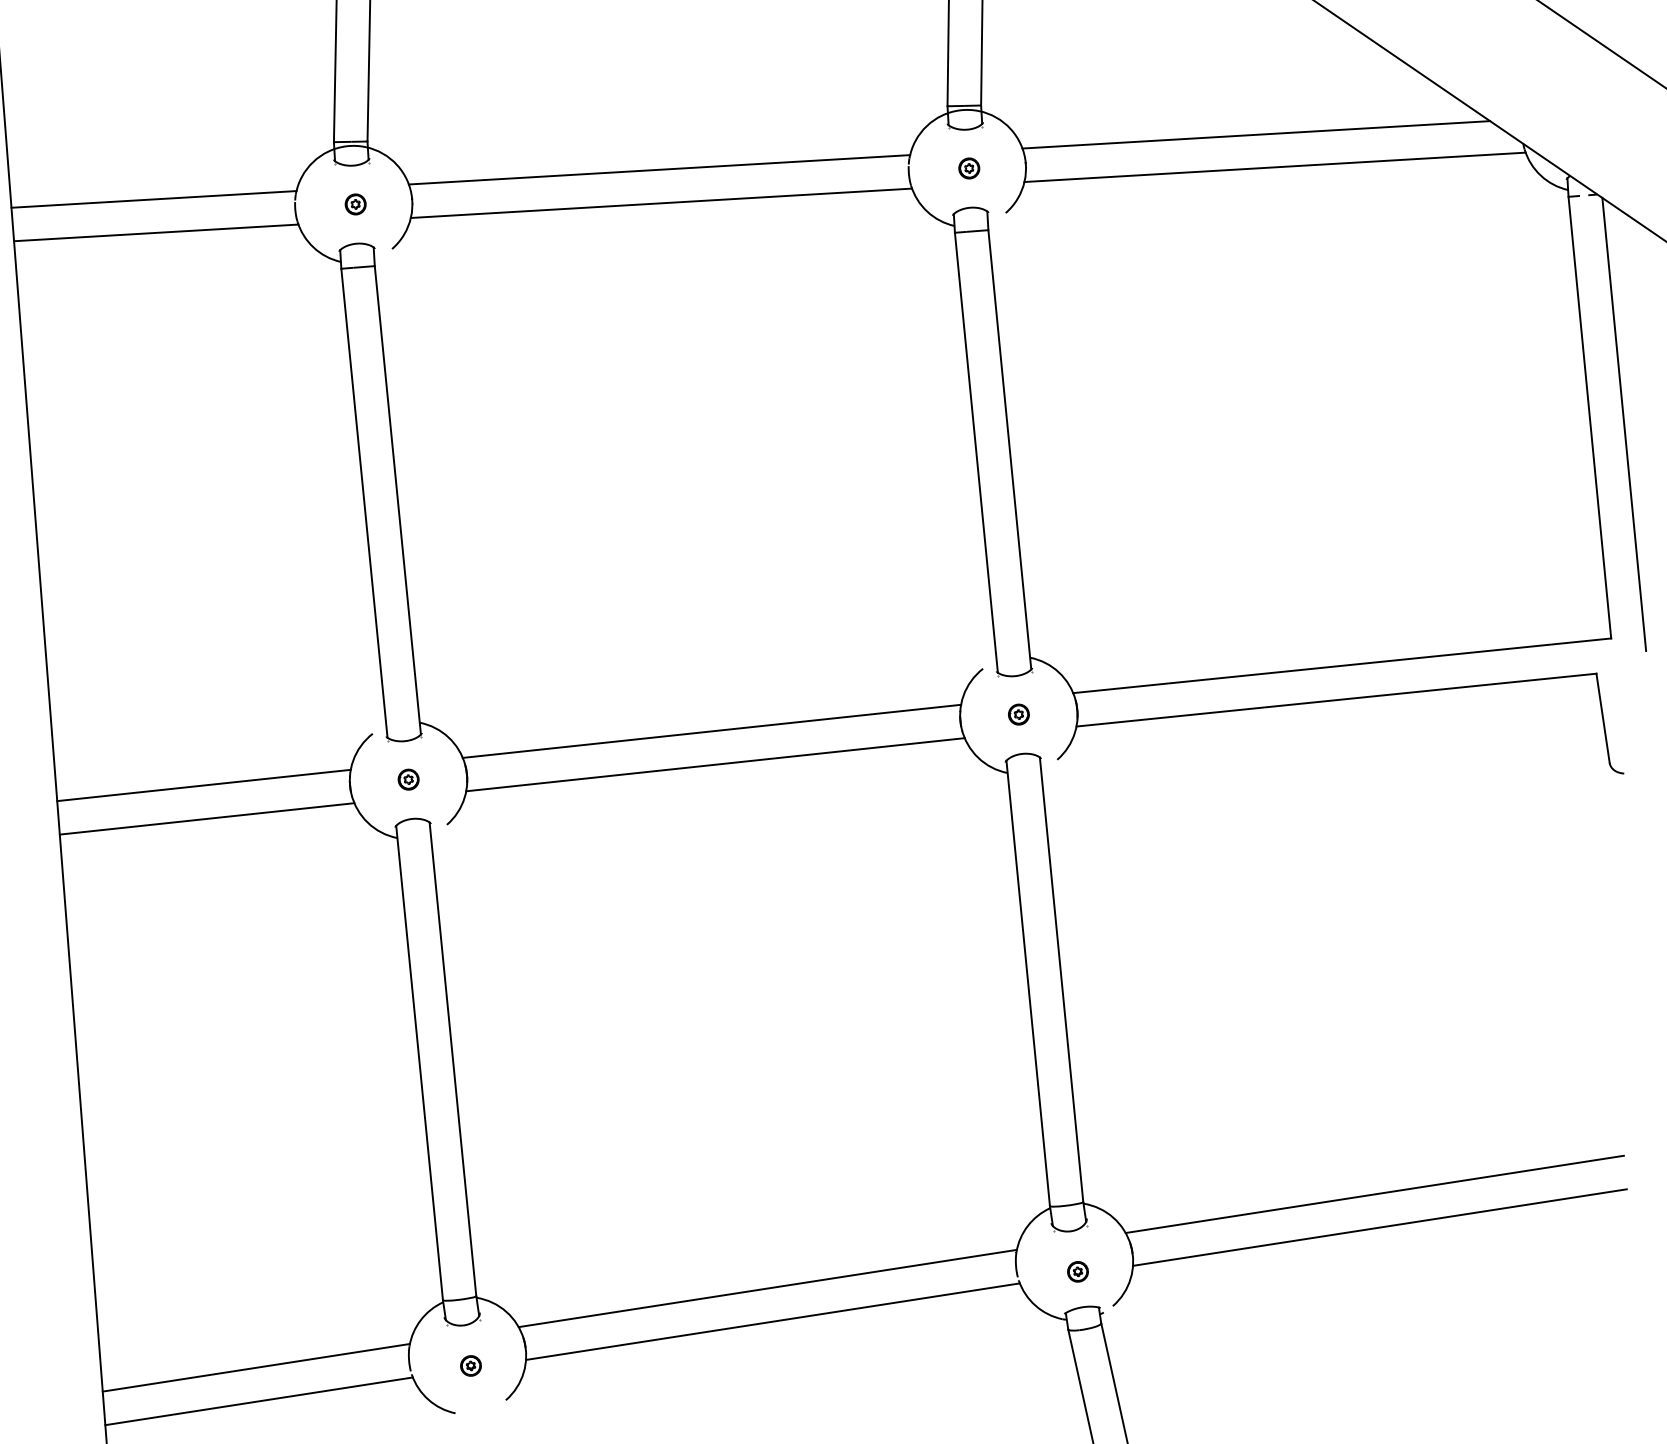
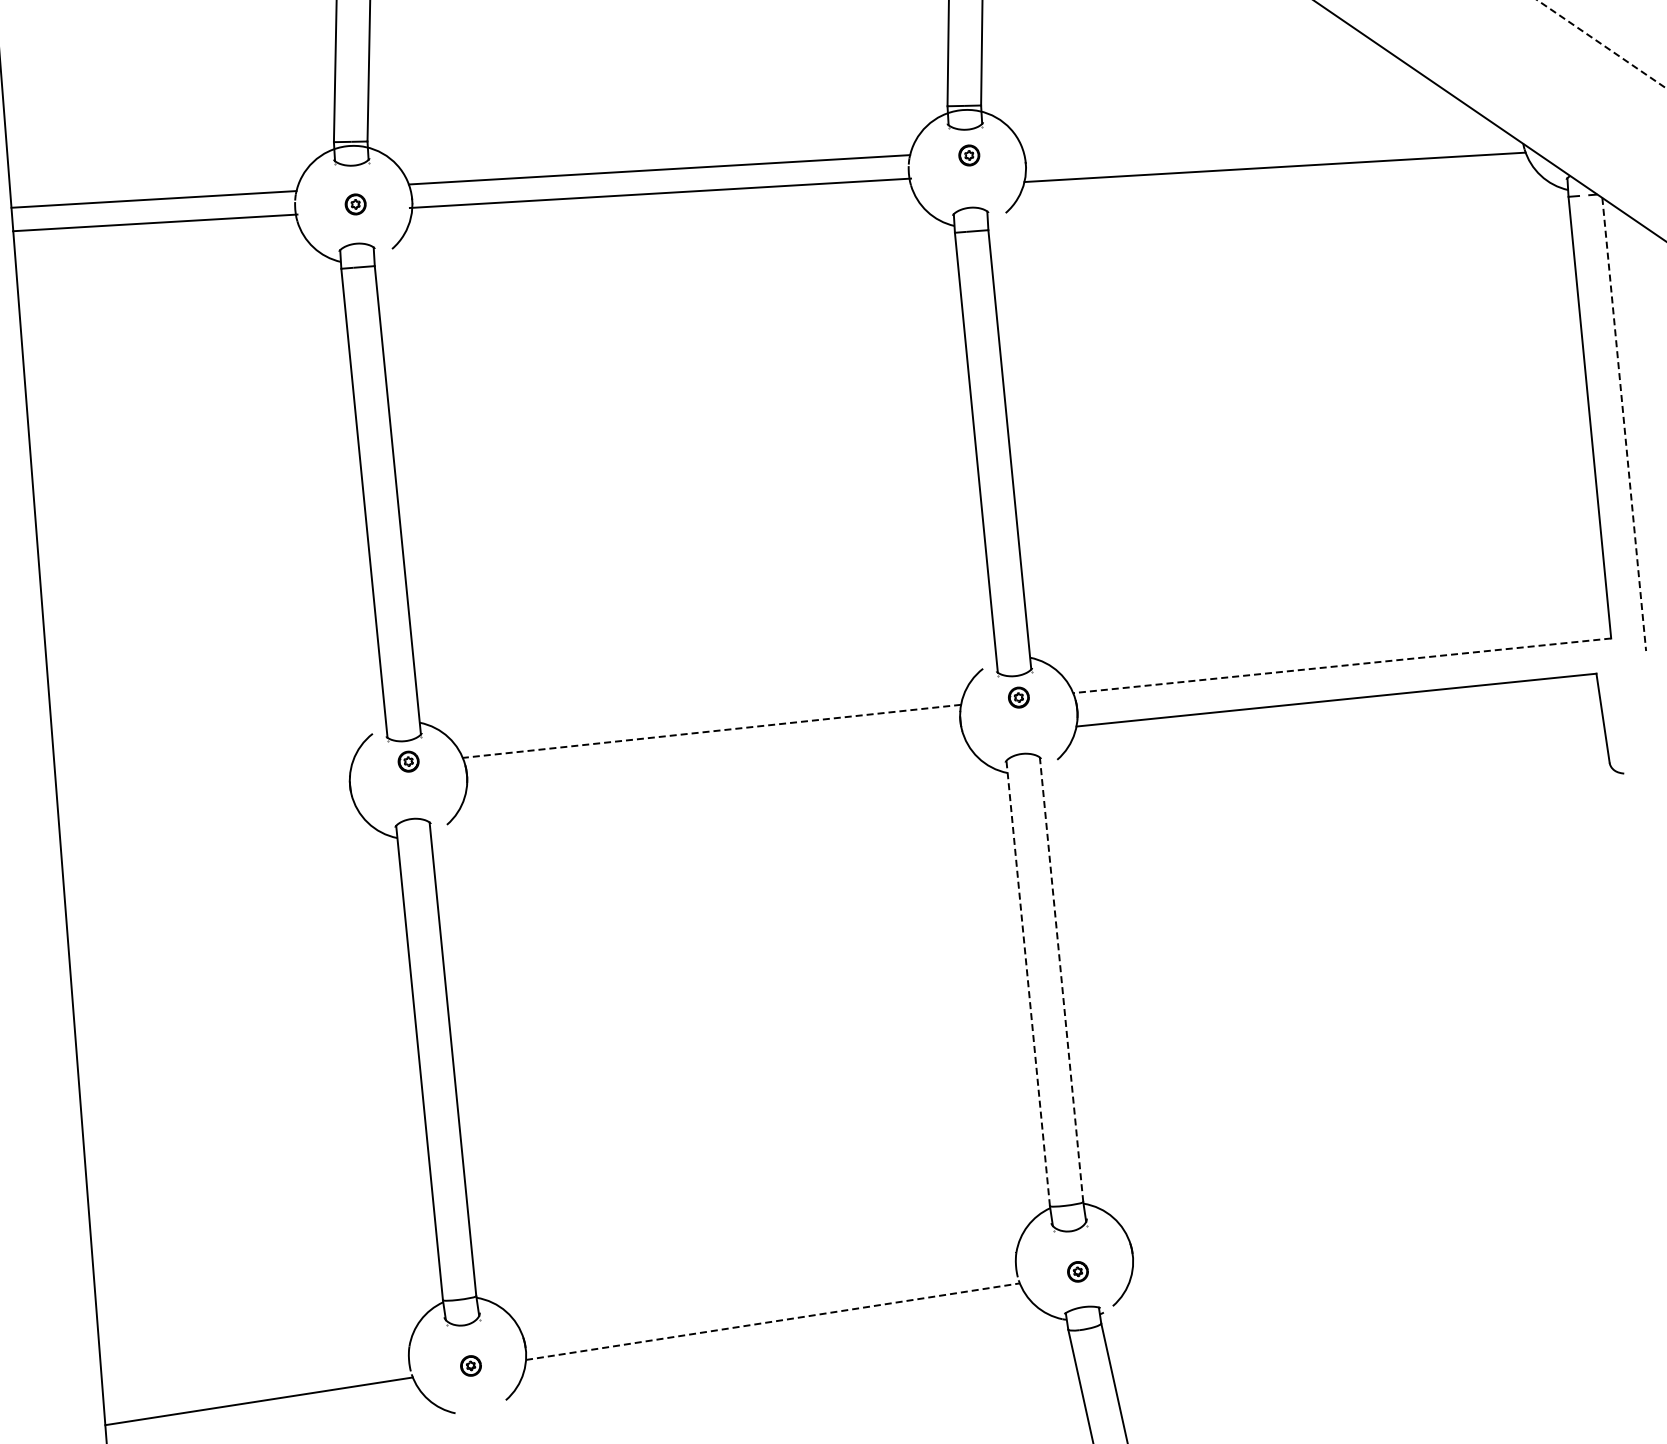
line at (1602, 44): solid -> dashed
line at (1256, 134): present -> none
part at (969, 168) position: (969, 168) -> (969, 155)
line at (661, 202) position: (661, 202) -> (660, 192)
line at (156, 232) position: (156, 232) -> (155, 222)
line at (1624, 424): solid -> dashed
line at (1341, 665): solid -> dashed
part at (1018, 714) position: (1018, 714) -> (1018, 697)
line at (711, 731): solid -> dashed
line at (715, 764): present -> none
part at (408, 779) position: (408, 779) -> (408, 761)
line at (203, 785): present -> none
line at (206, 818): present -> none
line at (1061, 979): solid -> dashed
line at (1028, 983): solid -> dashed
line at (1374, 1194): present -> none
line at (1379, 1227): present -> none
line at (767, 1288): present -> none
line at (772, 1321): solid -> dashed
line at (255, 1367): present -> none
